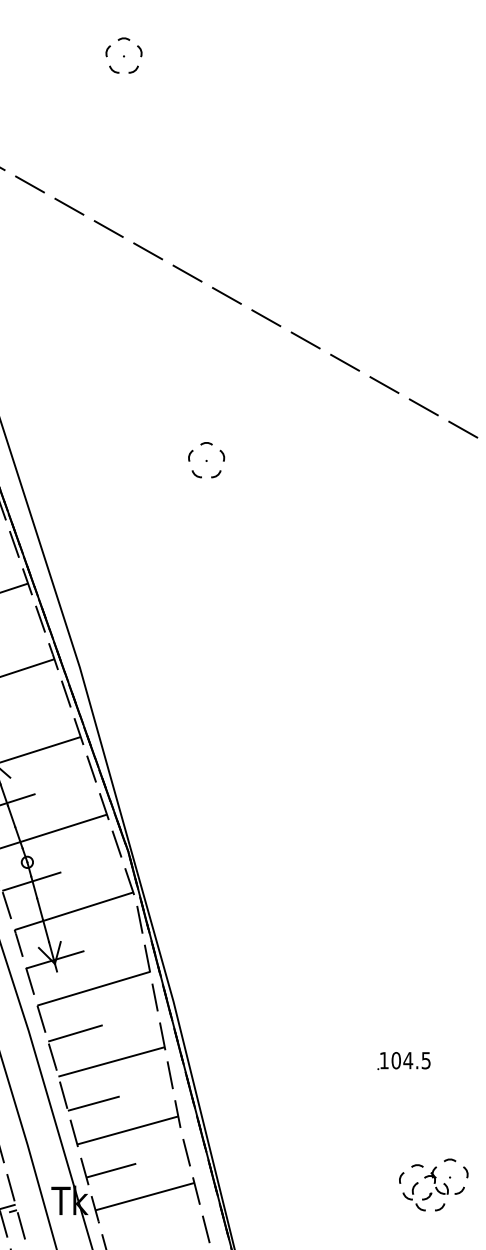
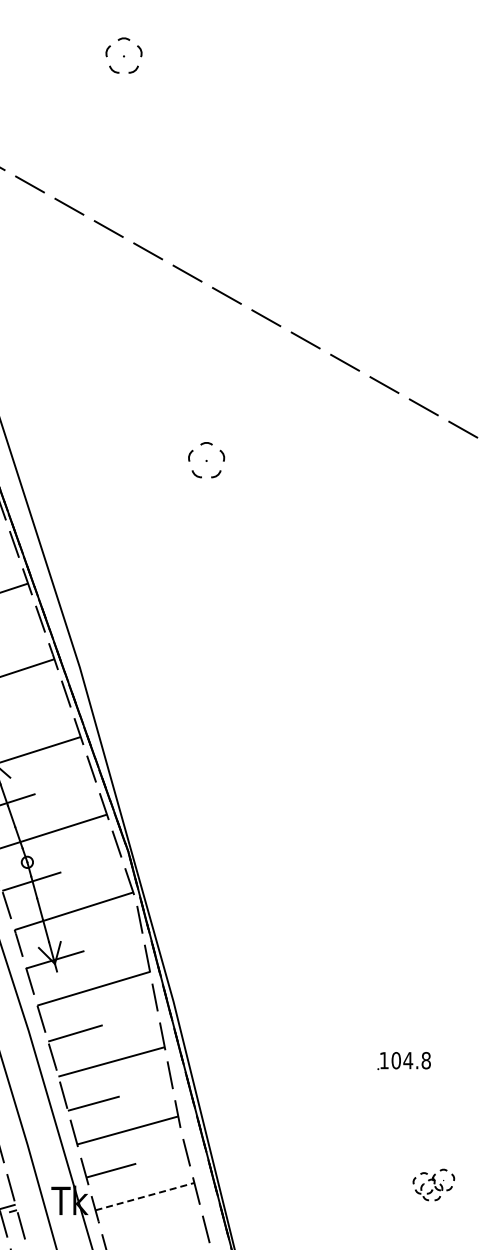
text at (425, 1060): 104.5 -> 104.8
part at (433, 1184) size: 70x54 px -> 44x34 px
line at (145, 1196): solid -> dashed
